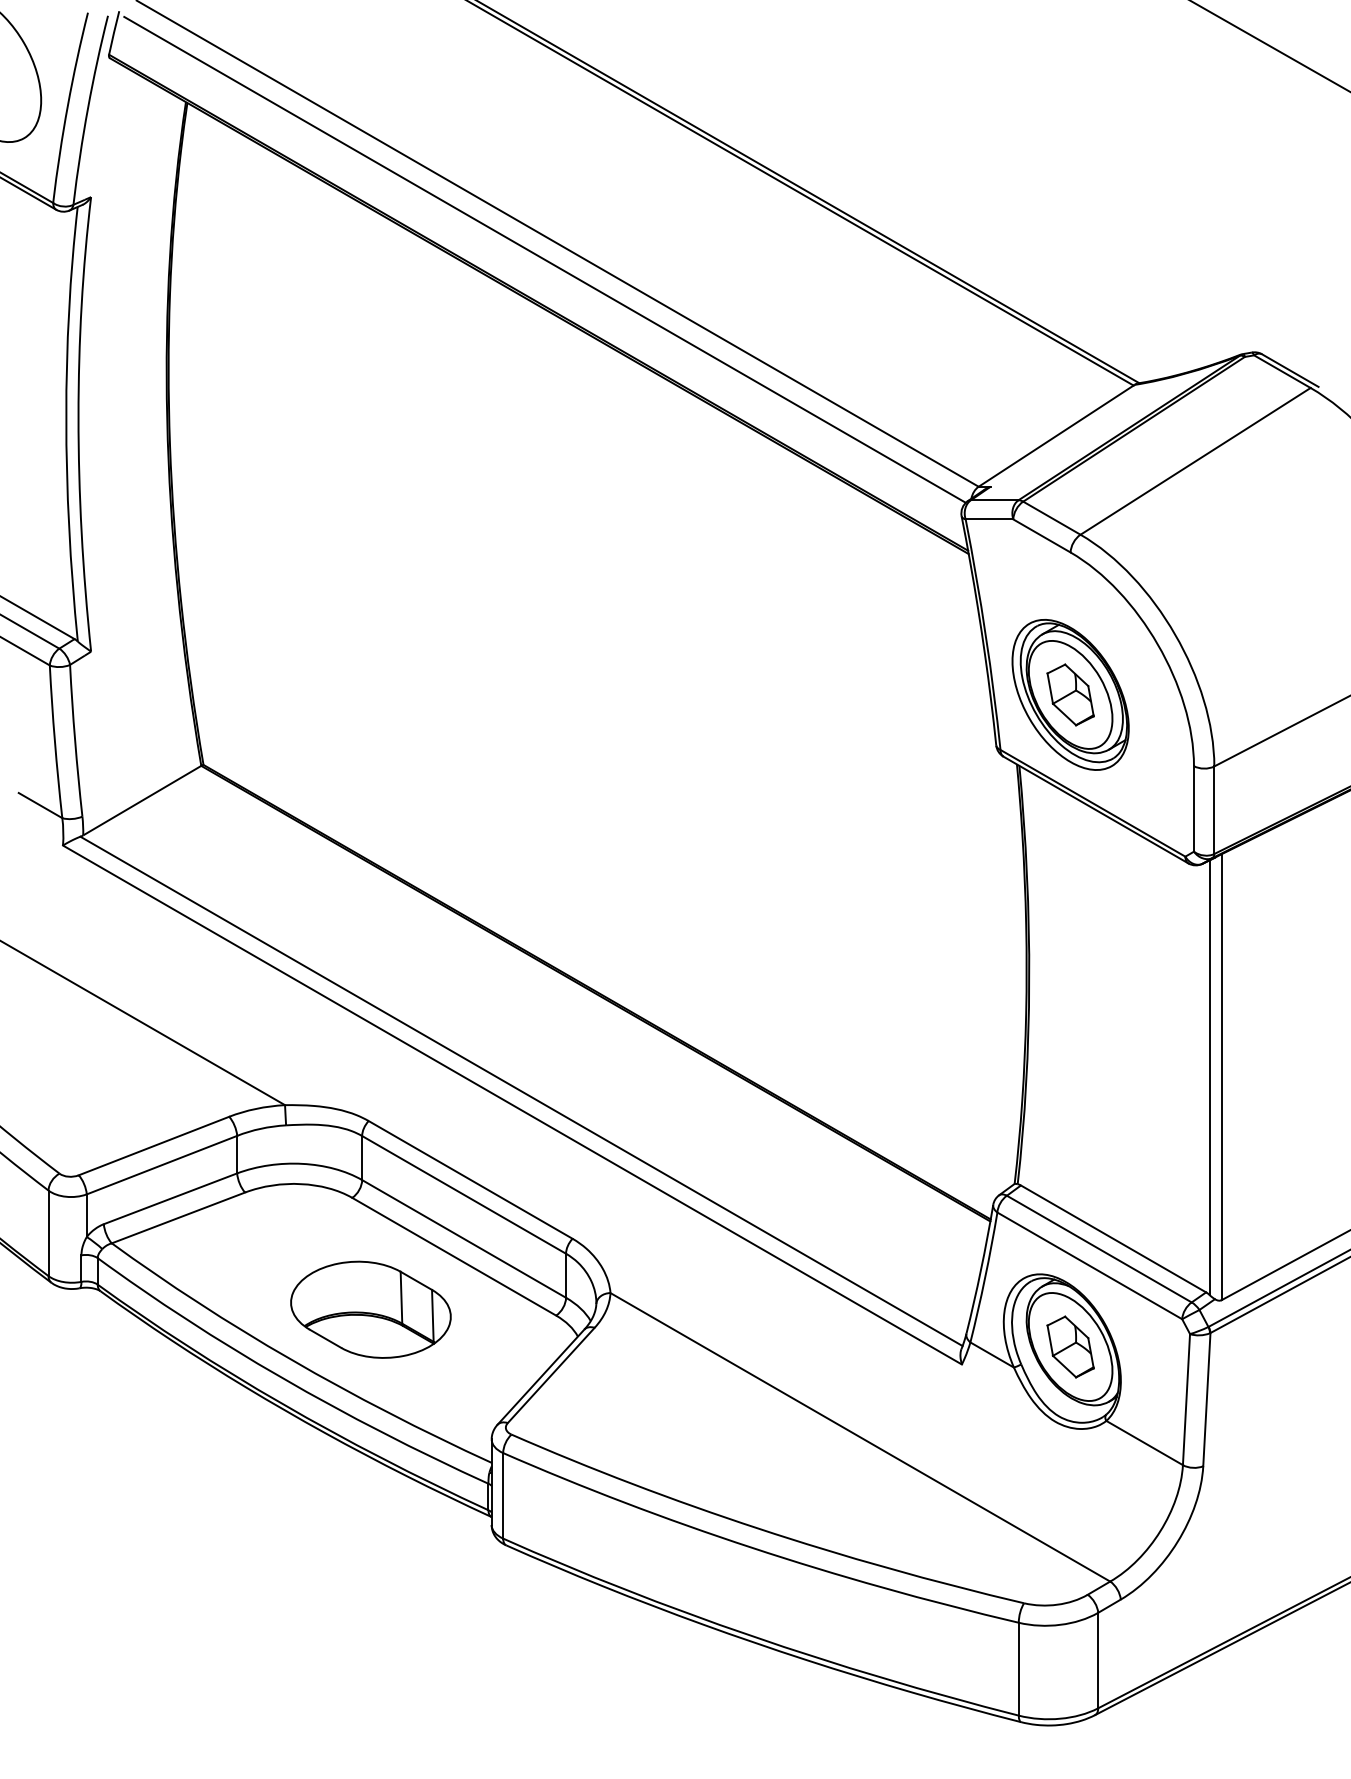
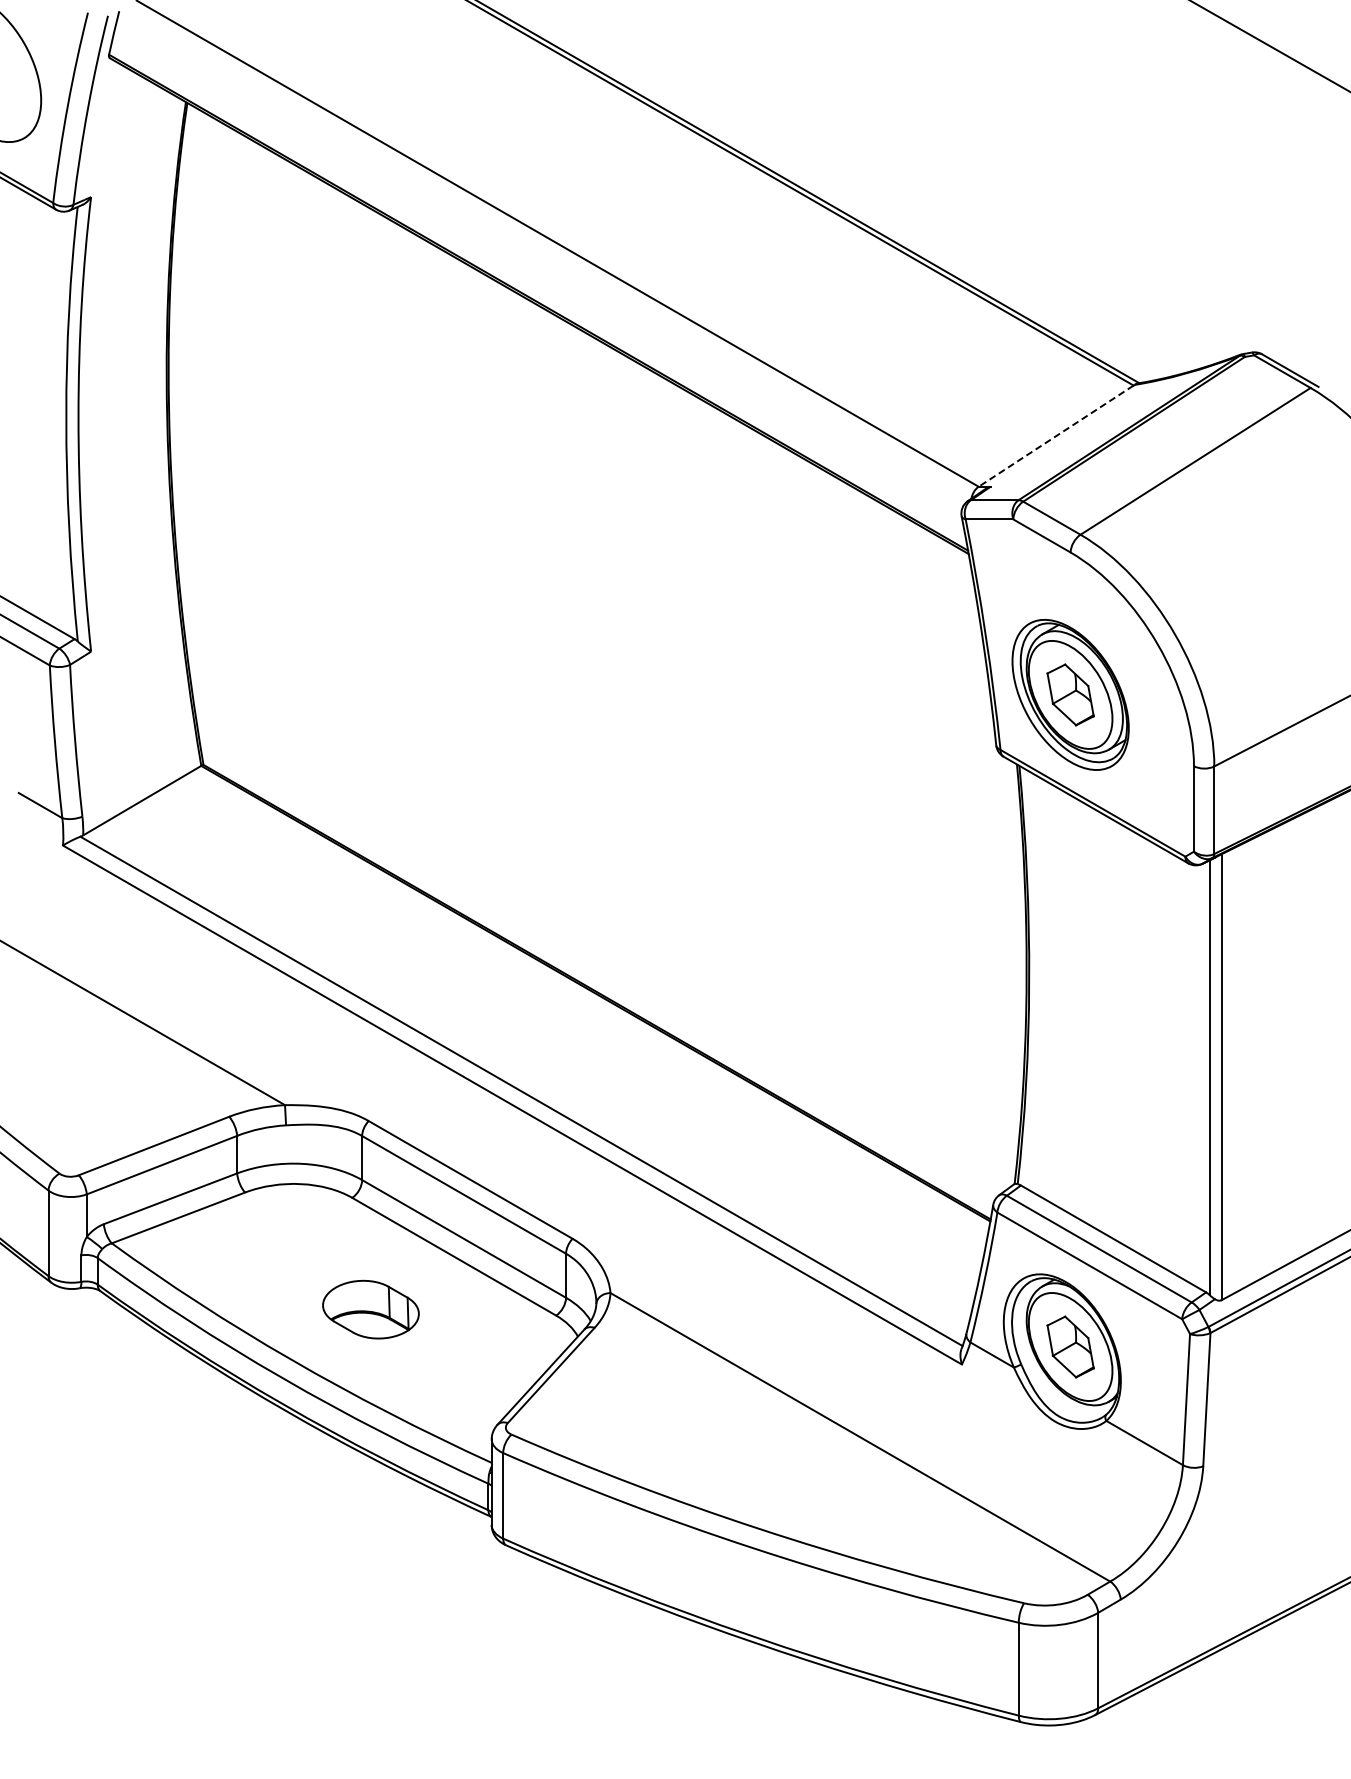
line at (544, 259): present -> none
line at (1056, 436): solid -> dashed
part at (370, 1309) size: 162x99 px -> 98x61 px
